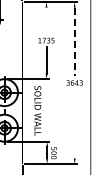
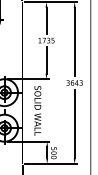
line at (46, 20): none -> present
line at (74, 42): dashed -> solid
line at (74, 123): none -> present
